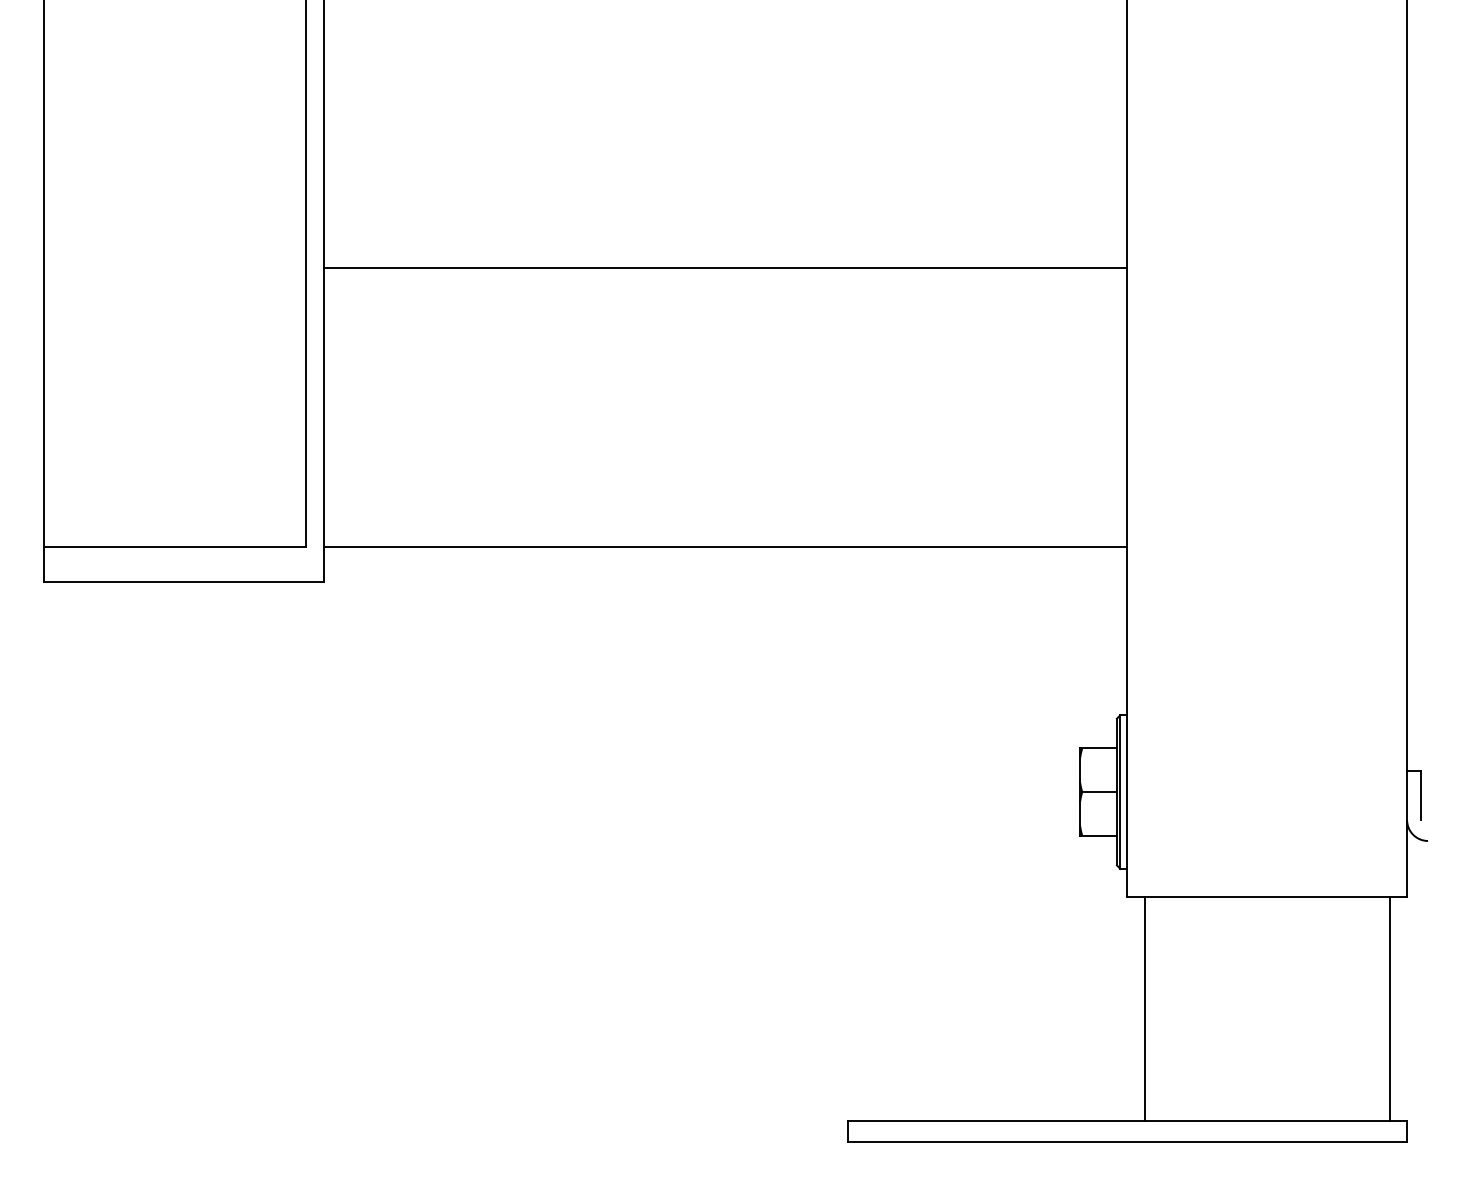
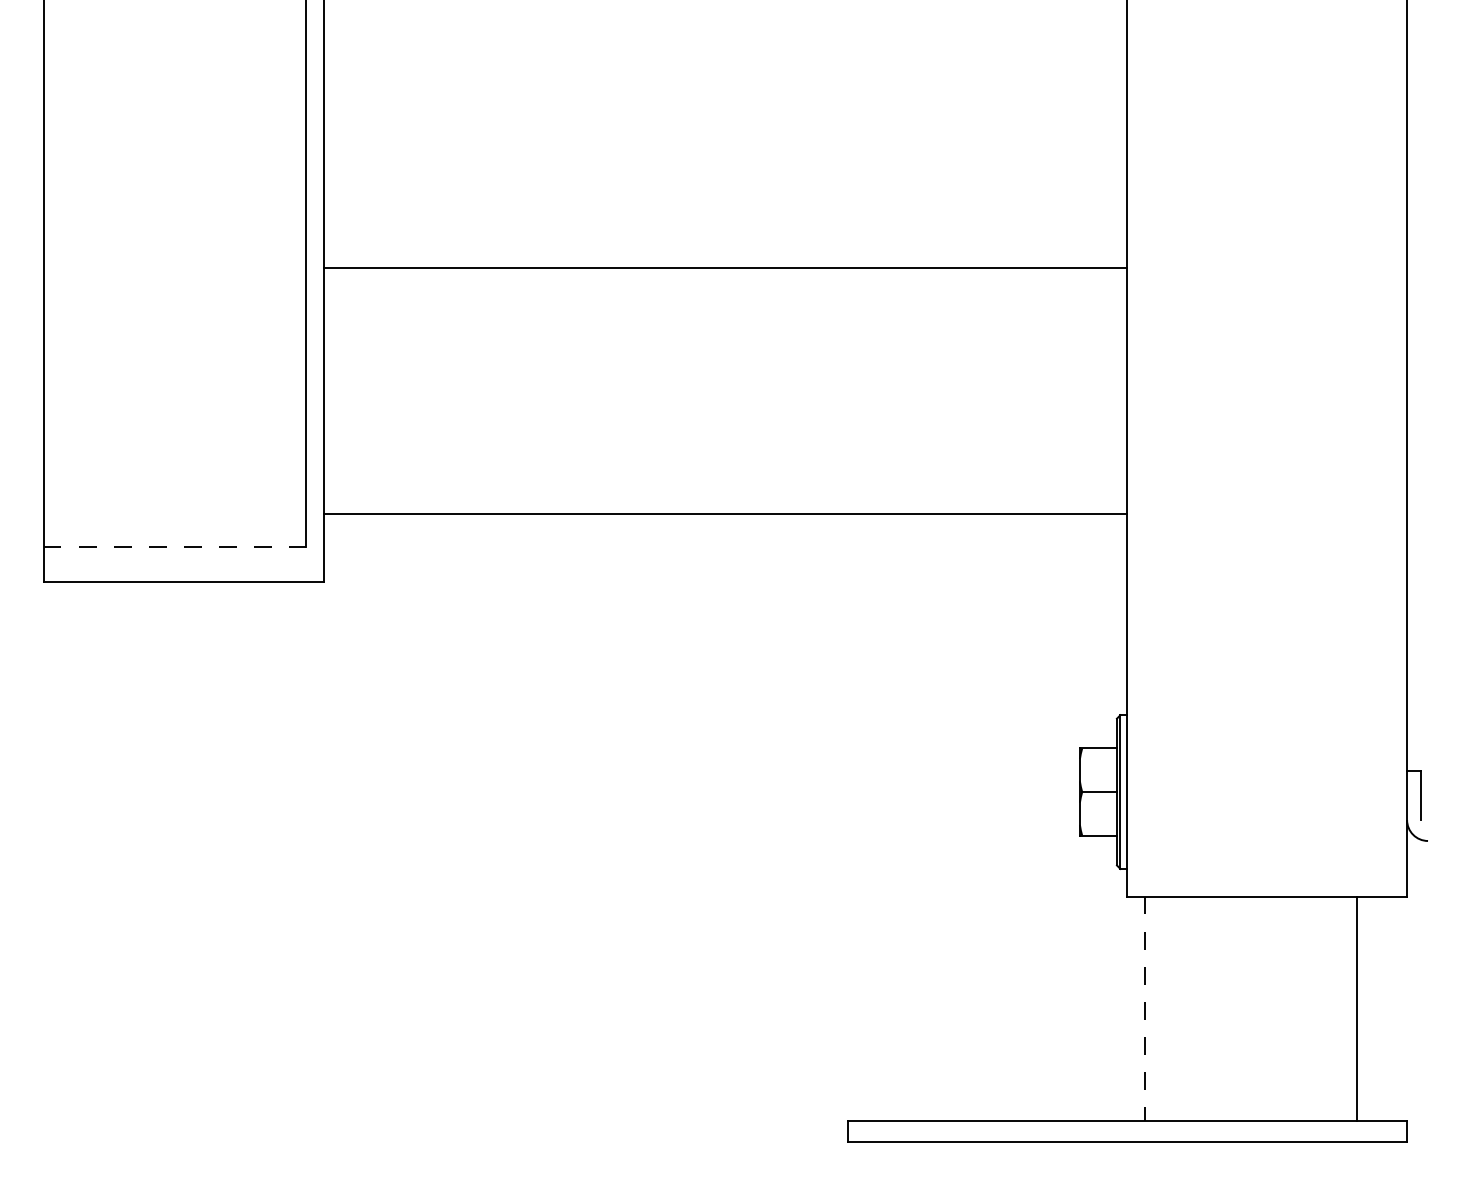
line at (175, 547): solid -> dashed
line at (725, 547) position: (725, 547) -> (725, 514)
line at (1144, 1008): solid -> dashed
line at (1389, 1008) position: (1389, 1008) -> (1356, 1008)
